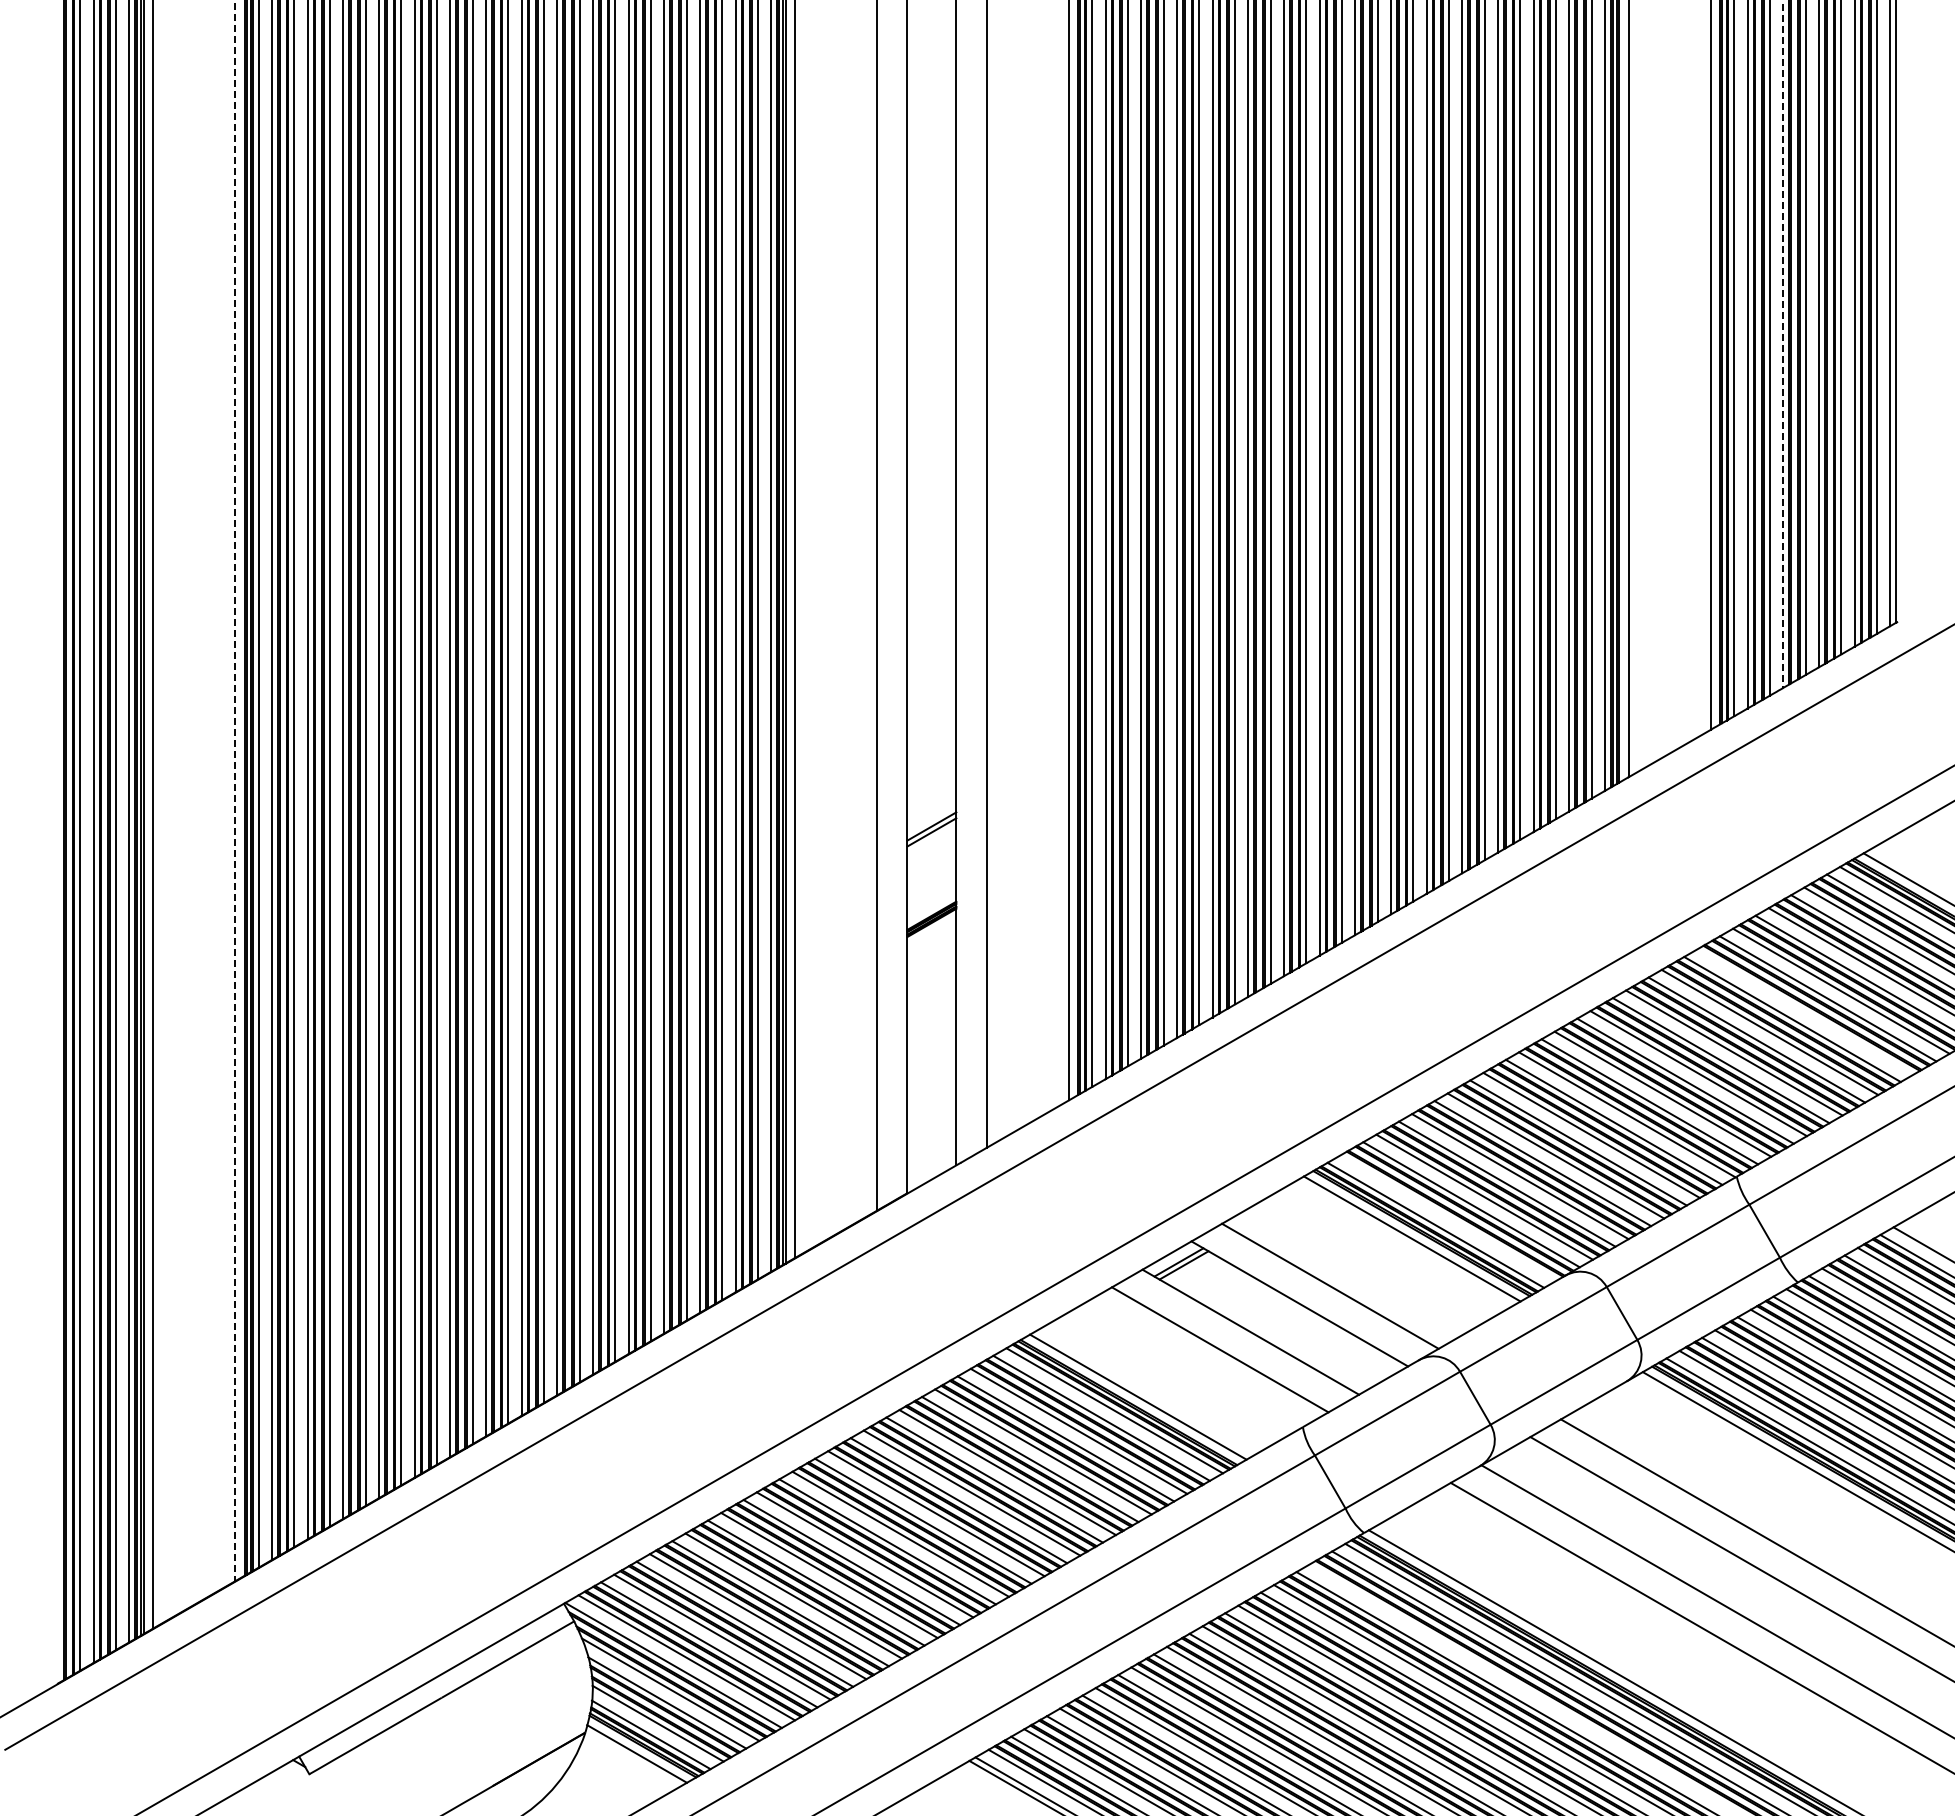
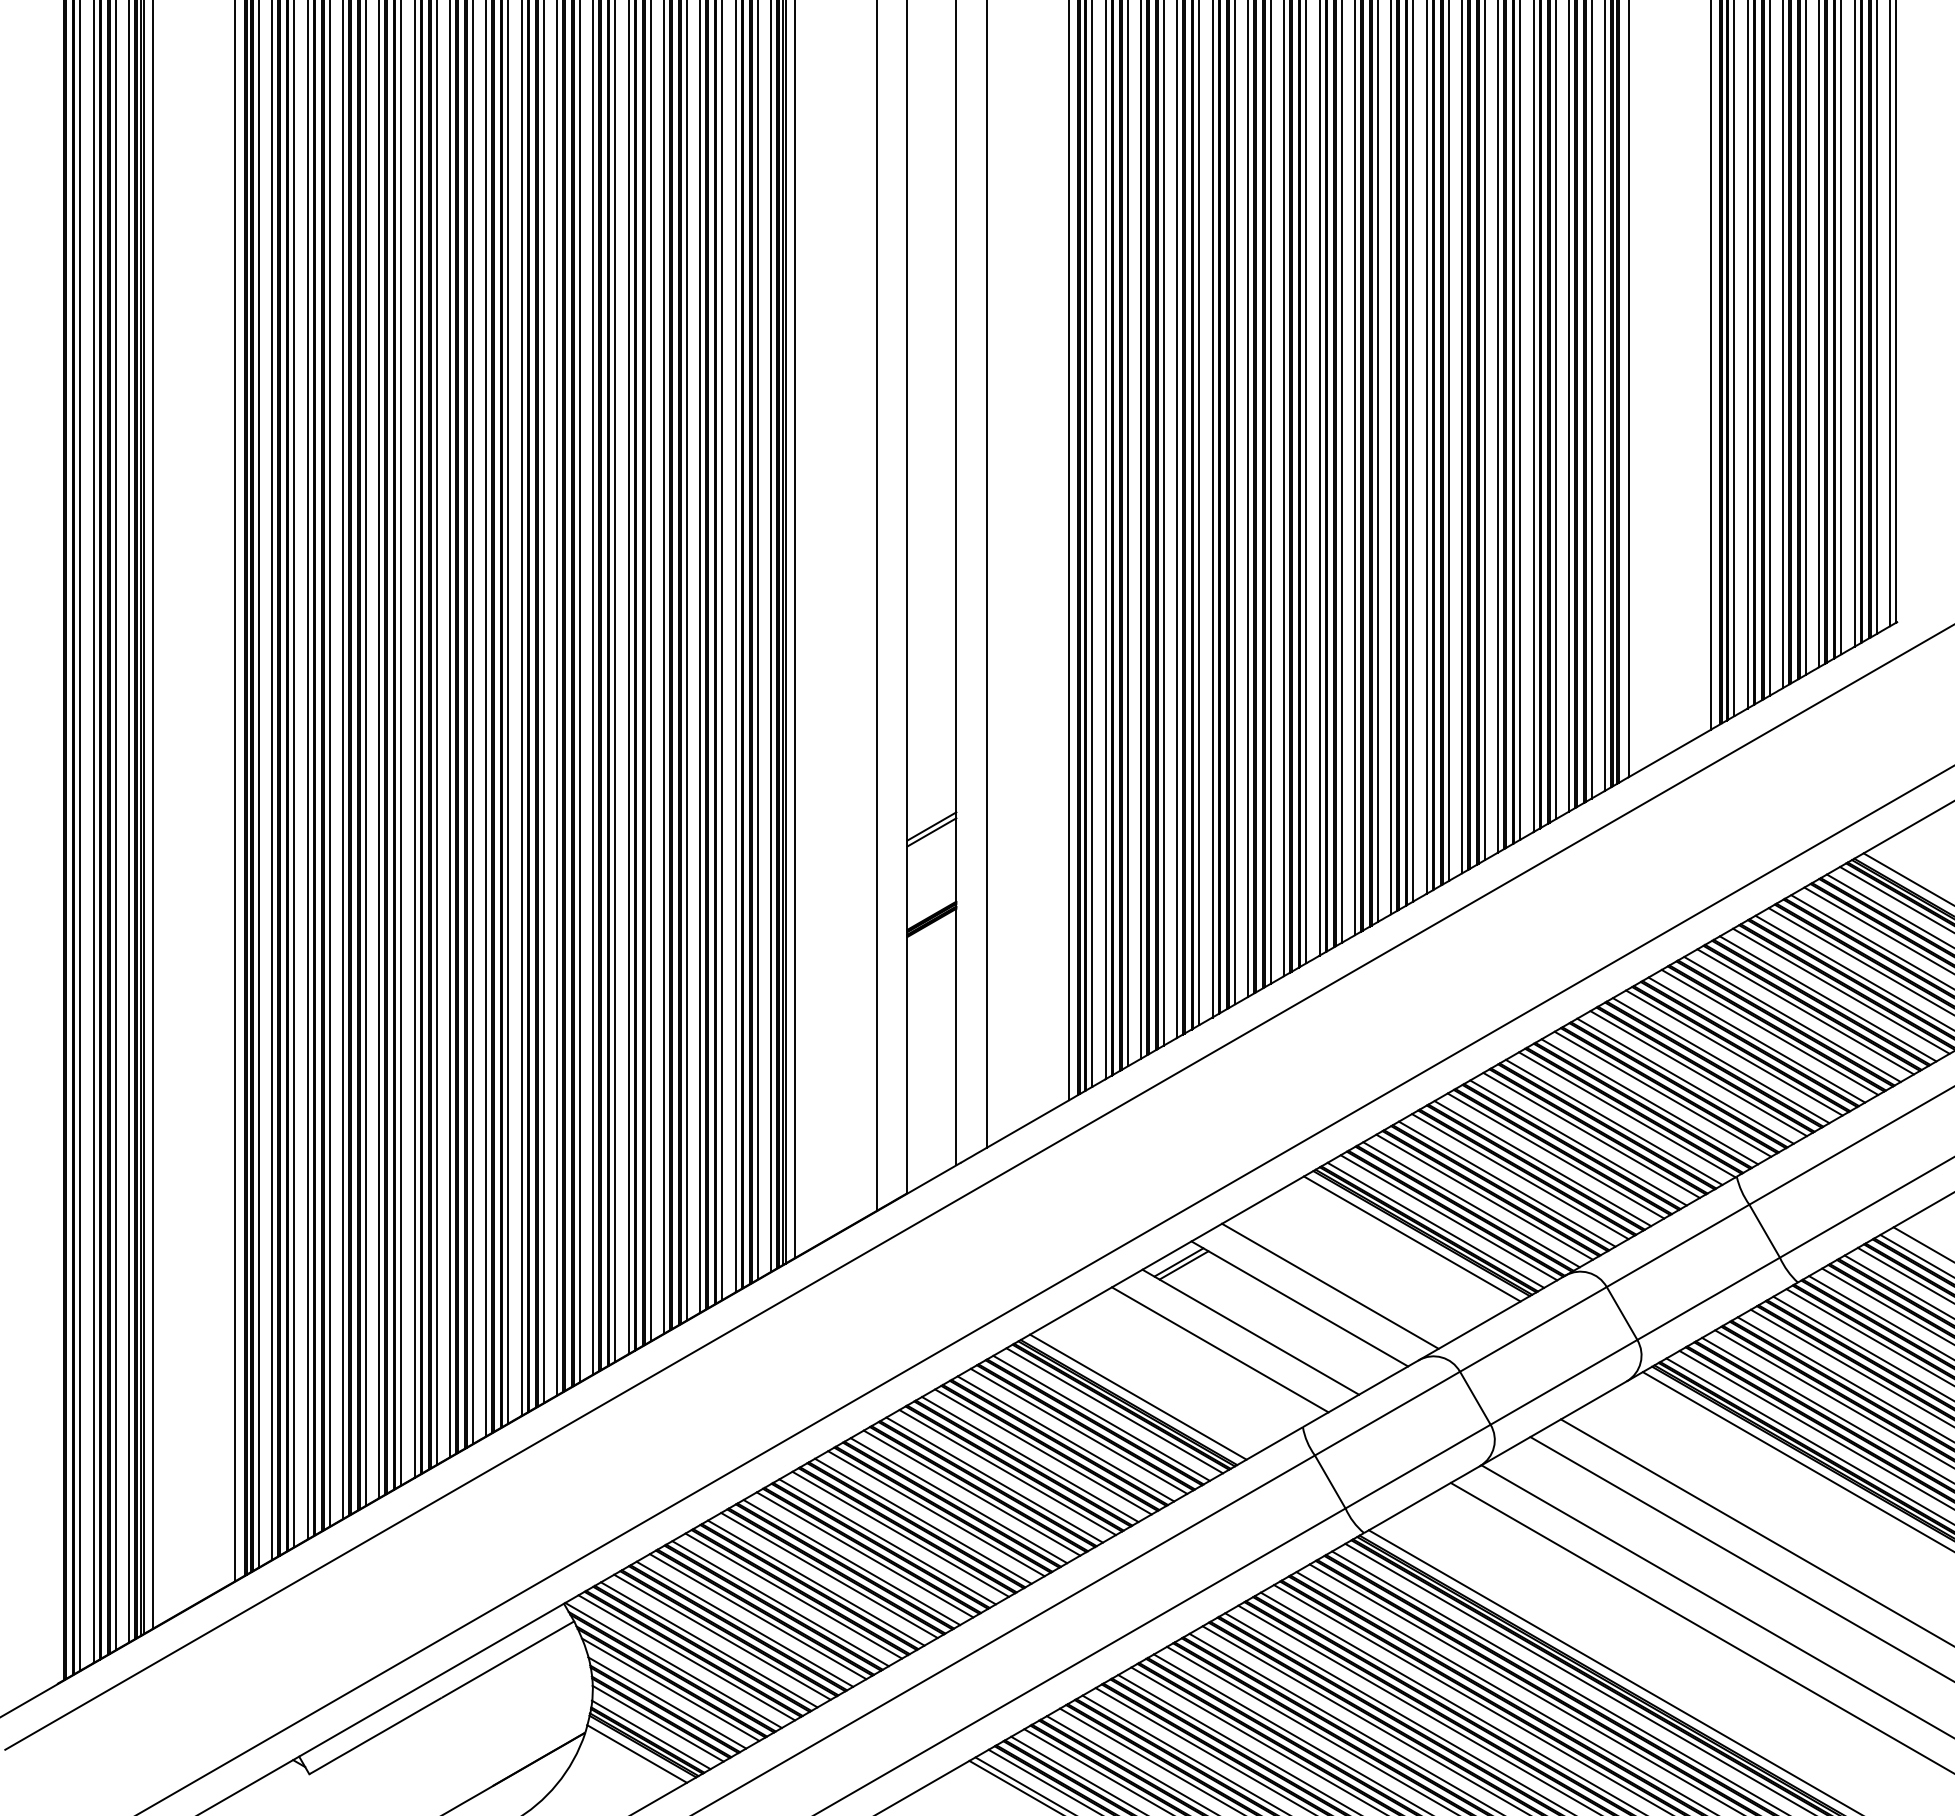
line at (1783, 344): dashed -> solid
line at (235, 790): dashed -> solid
line at (1805, 1011): none -> present
line at (1448, 1217): none -> present
line at (1524, 1688): none -> present
